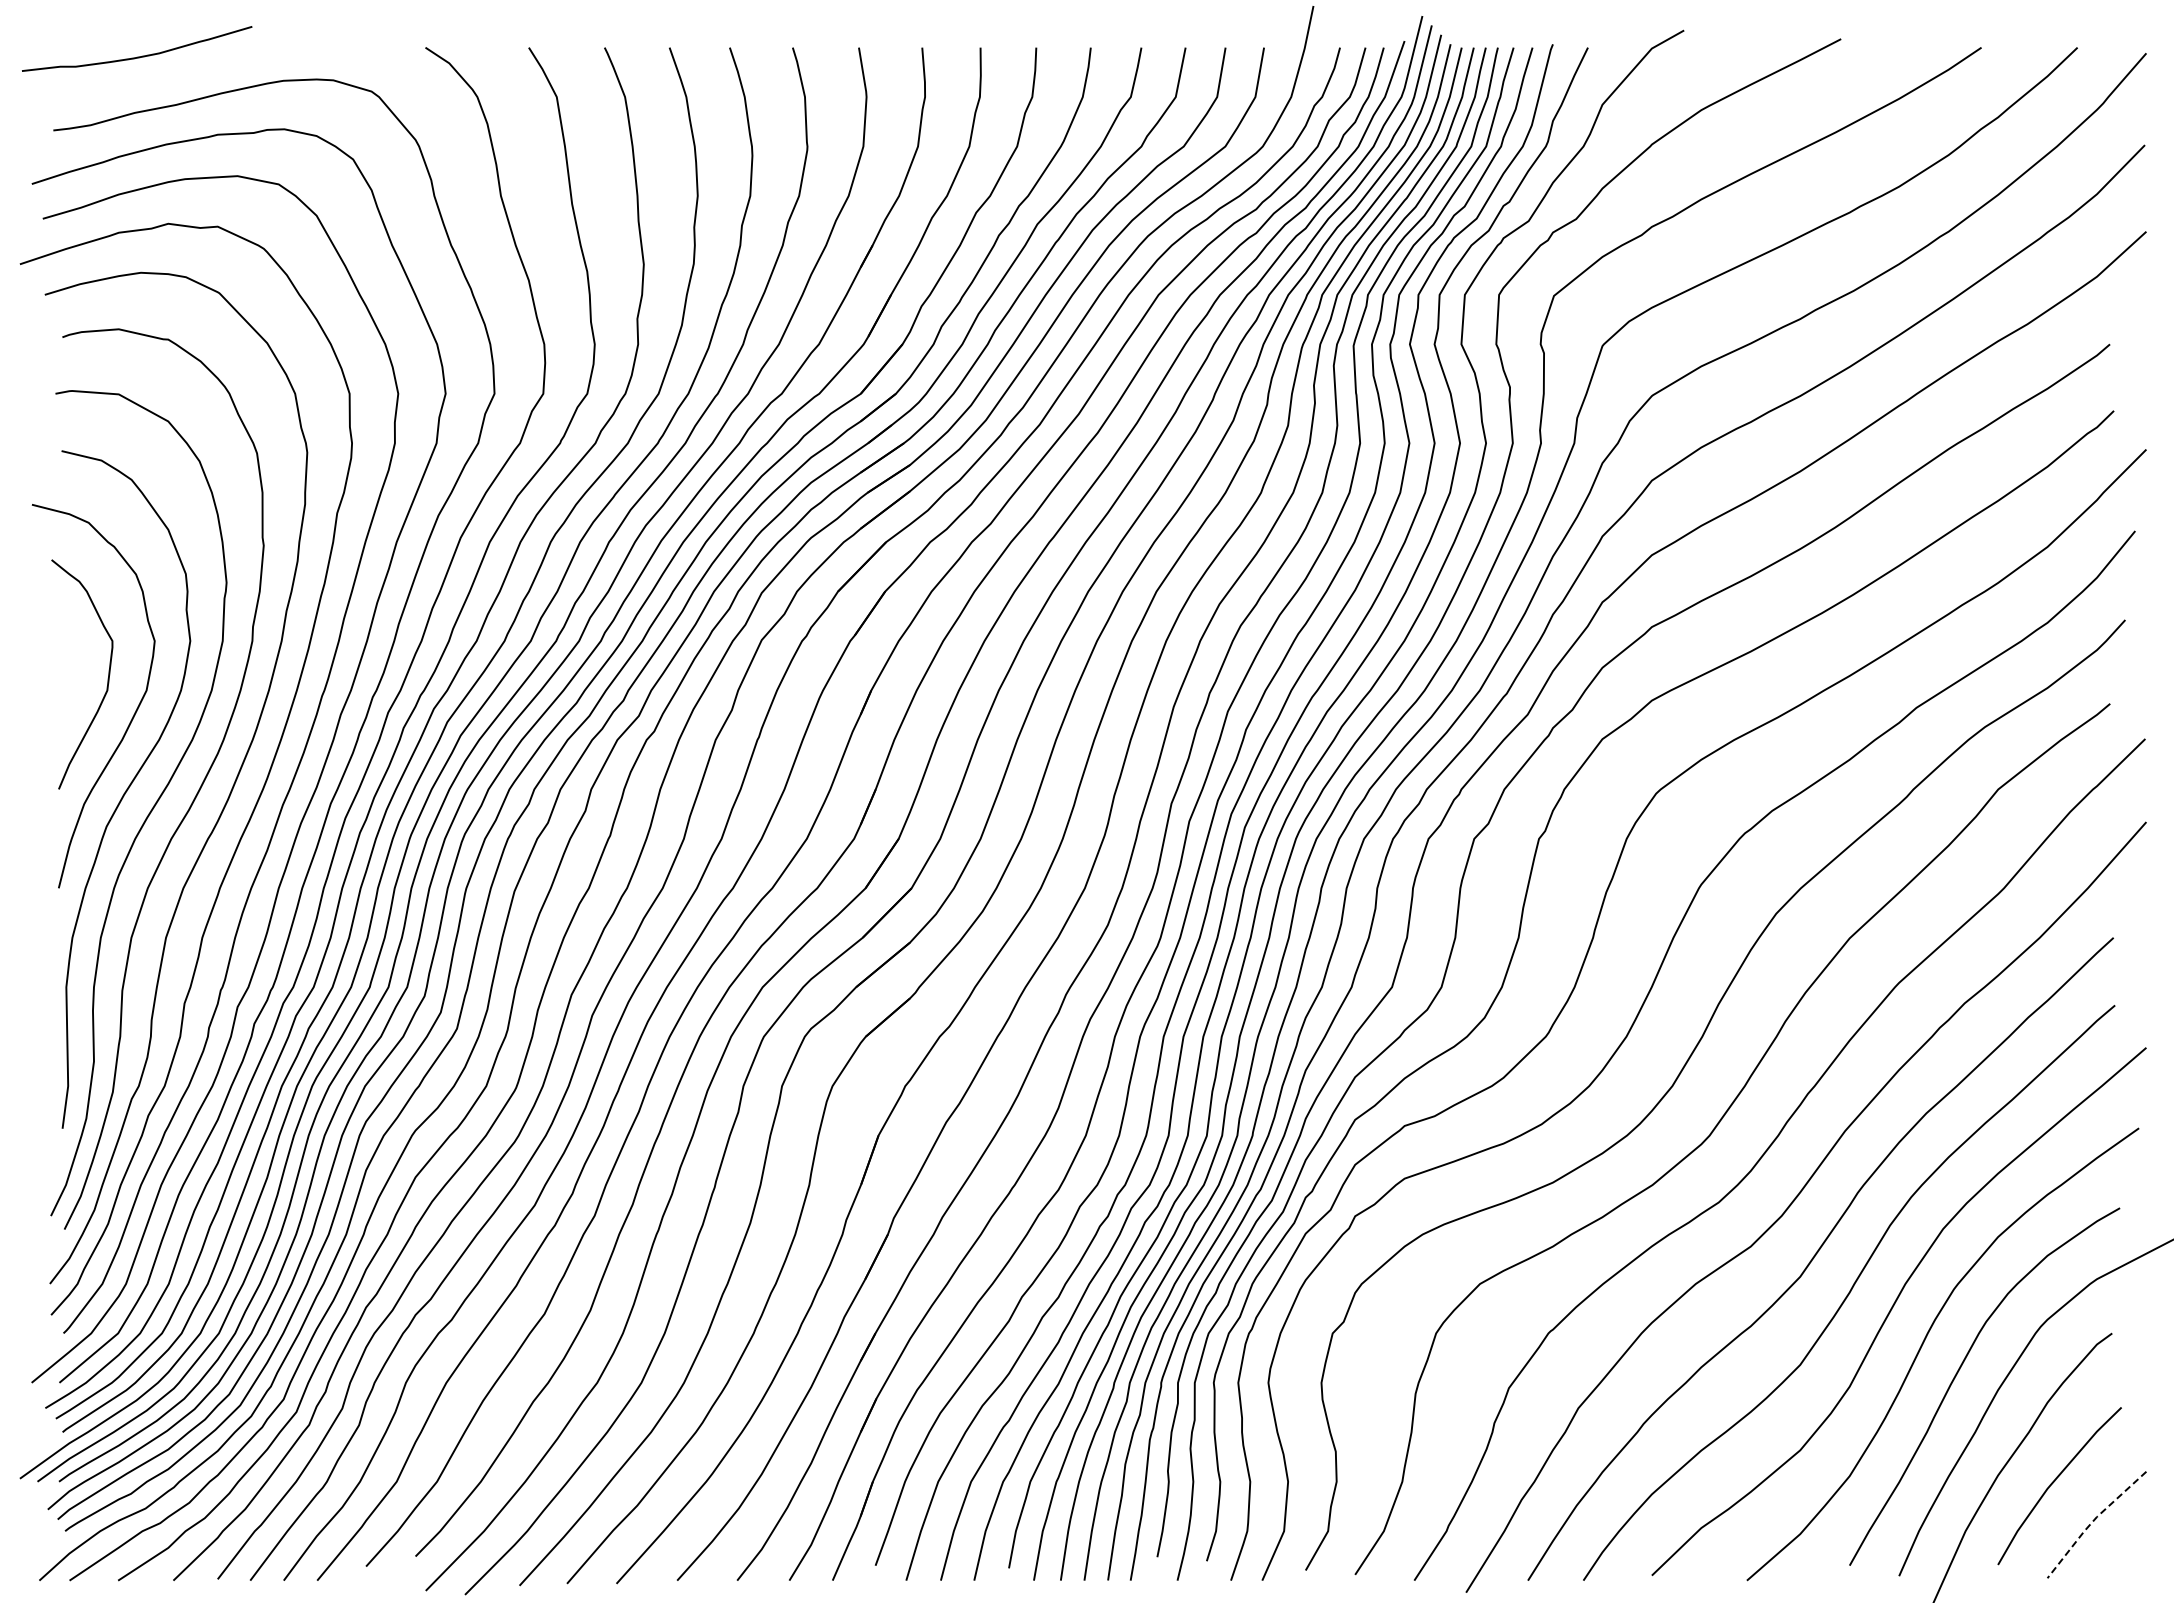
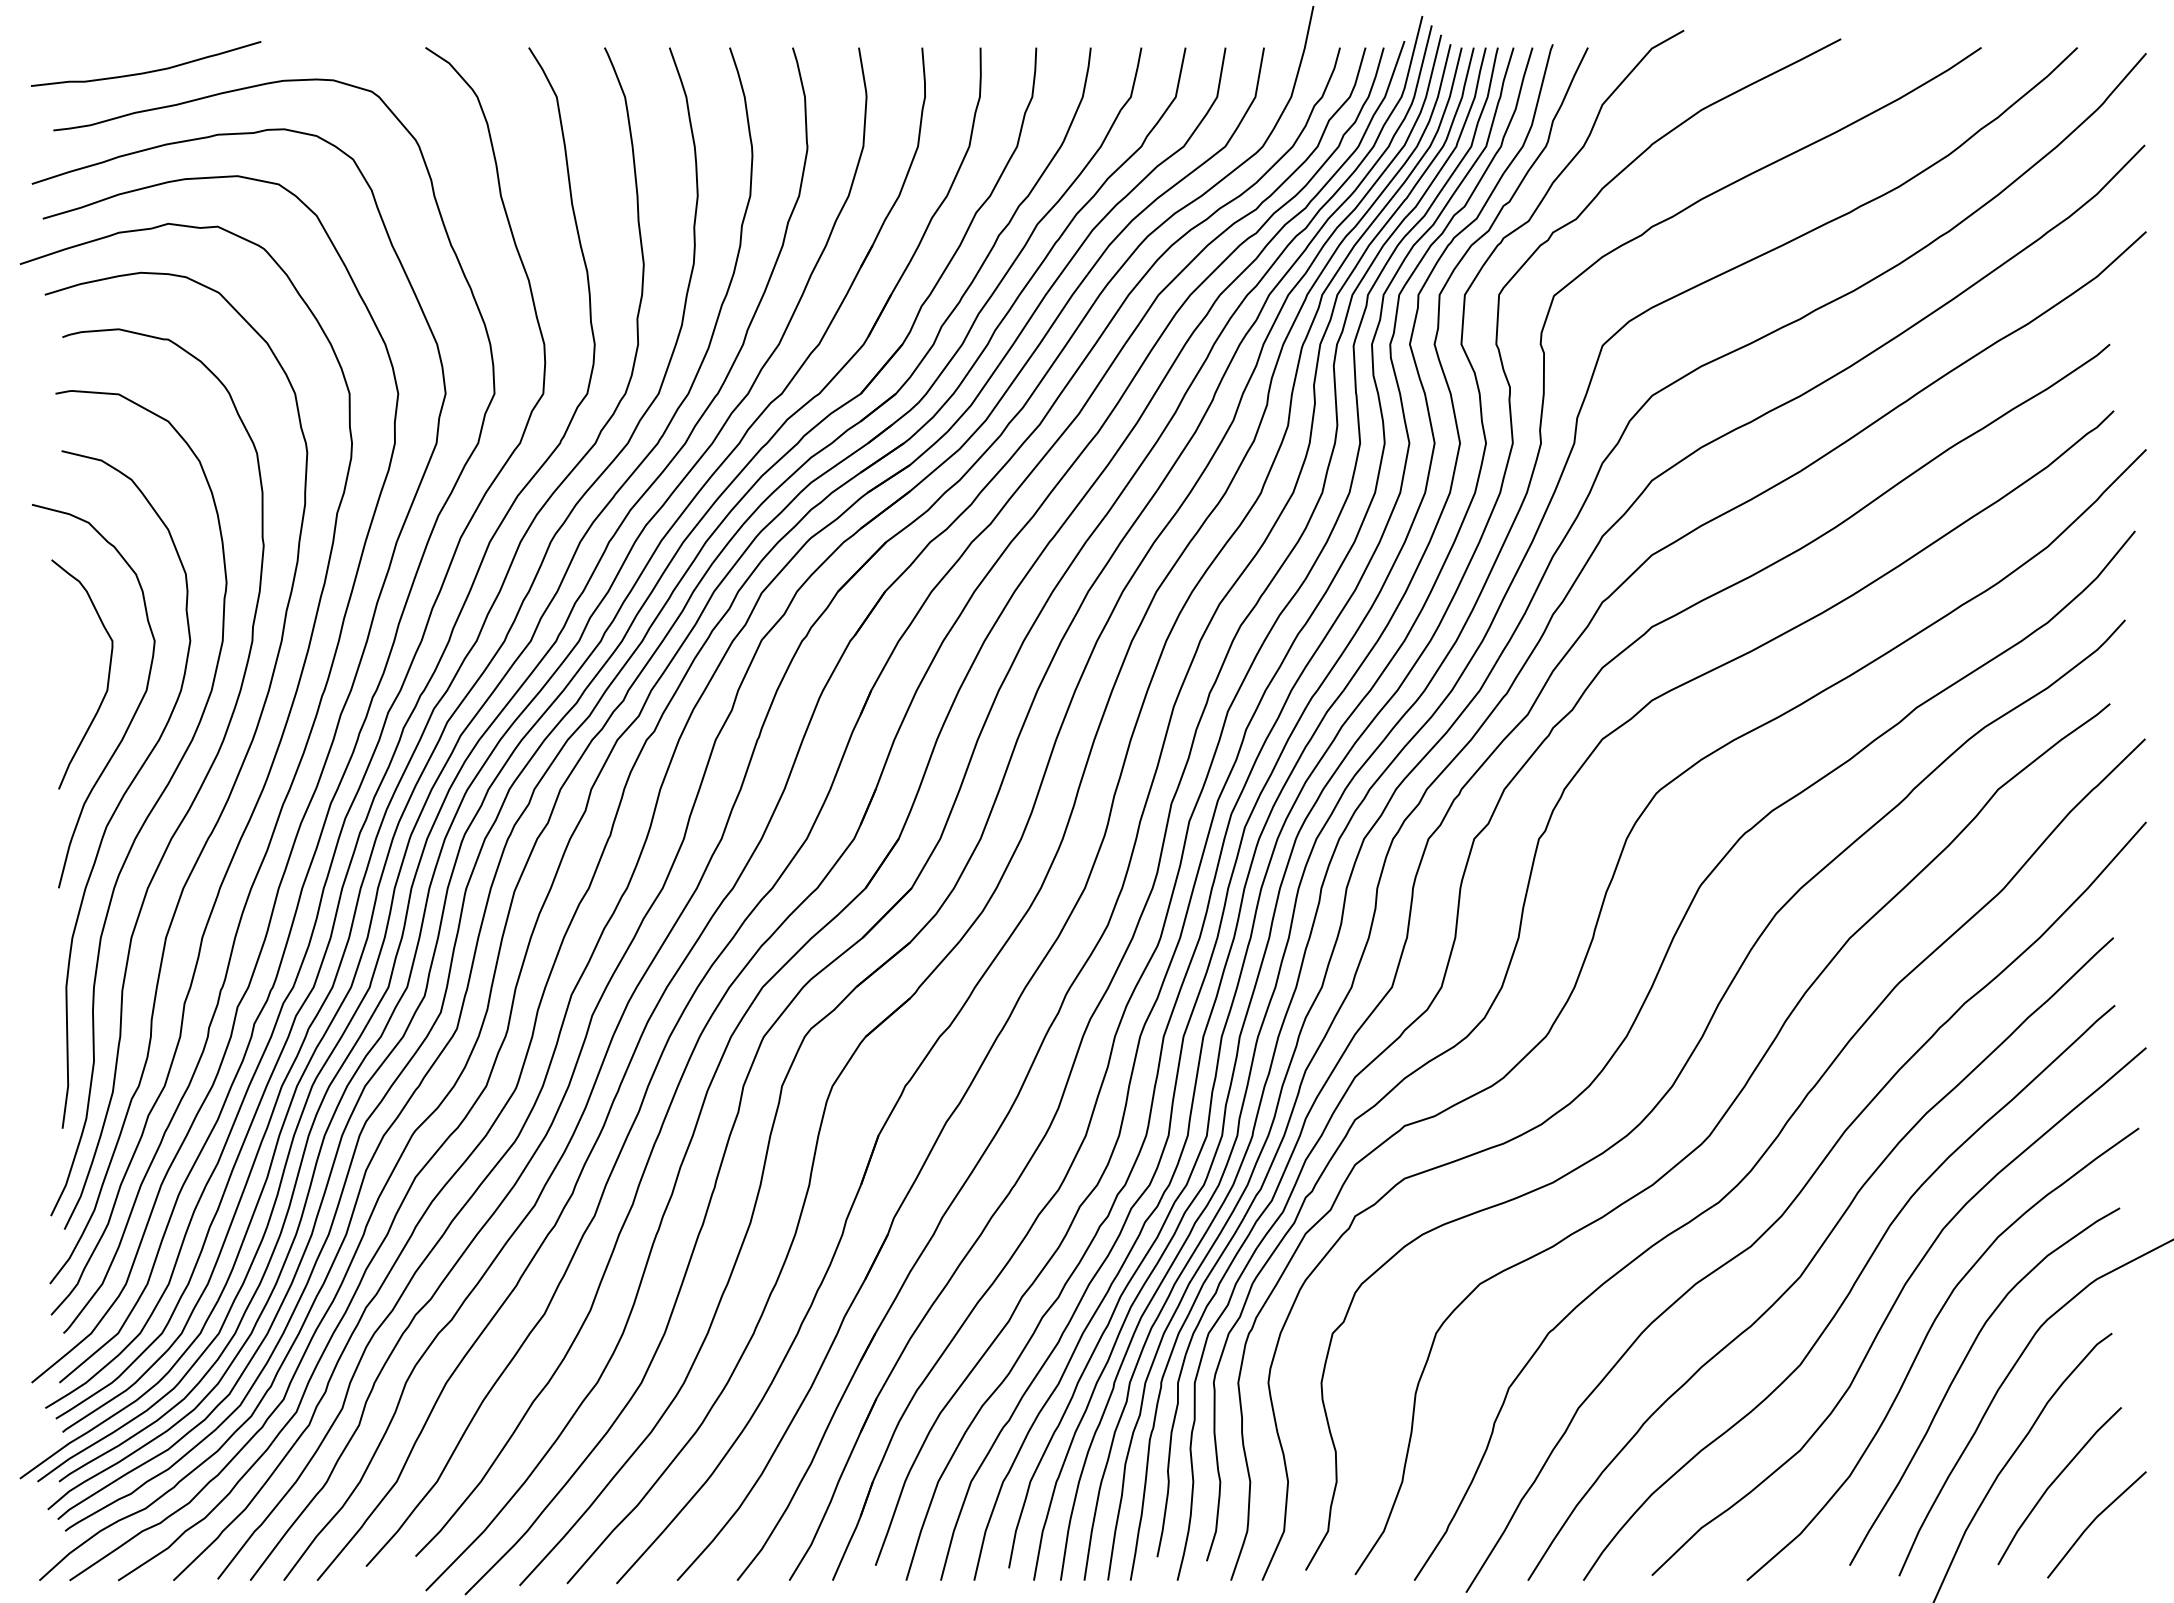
curve at (137, 56) position: (137, 56) -> (146, 71)
line at (2092, 1521): dashed -> solid
